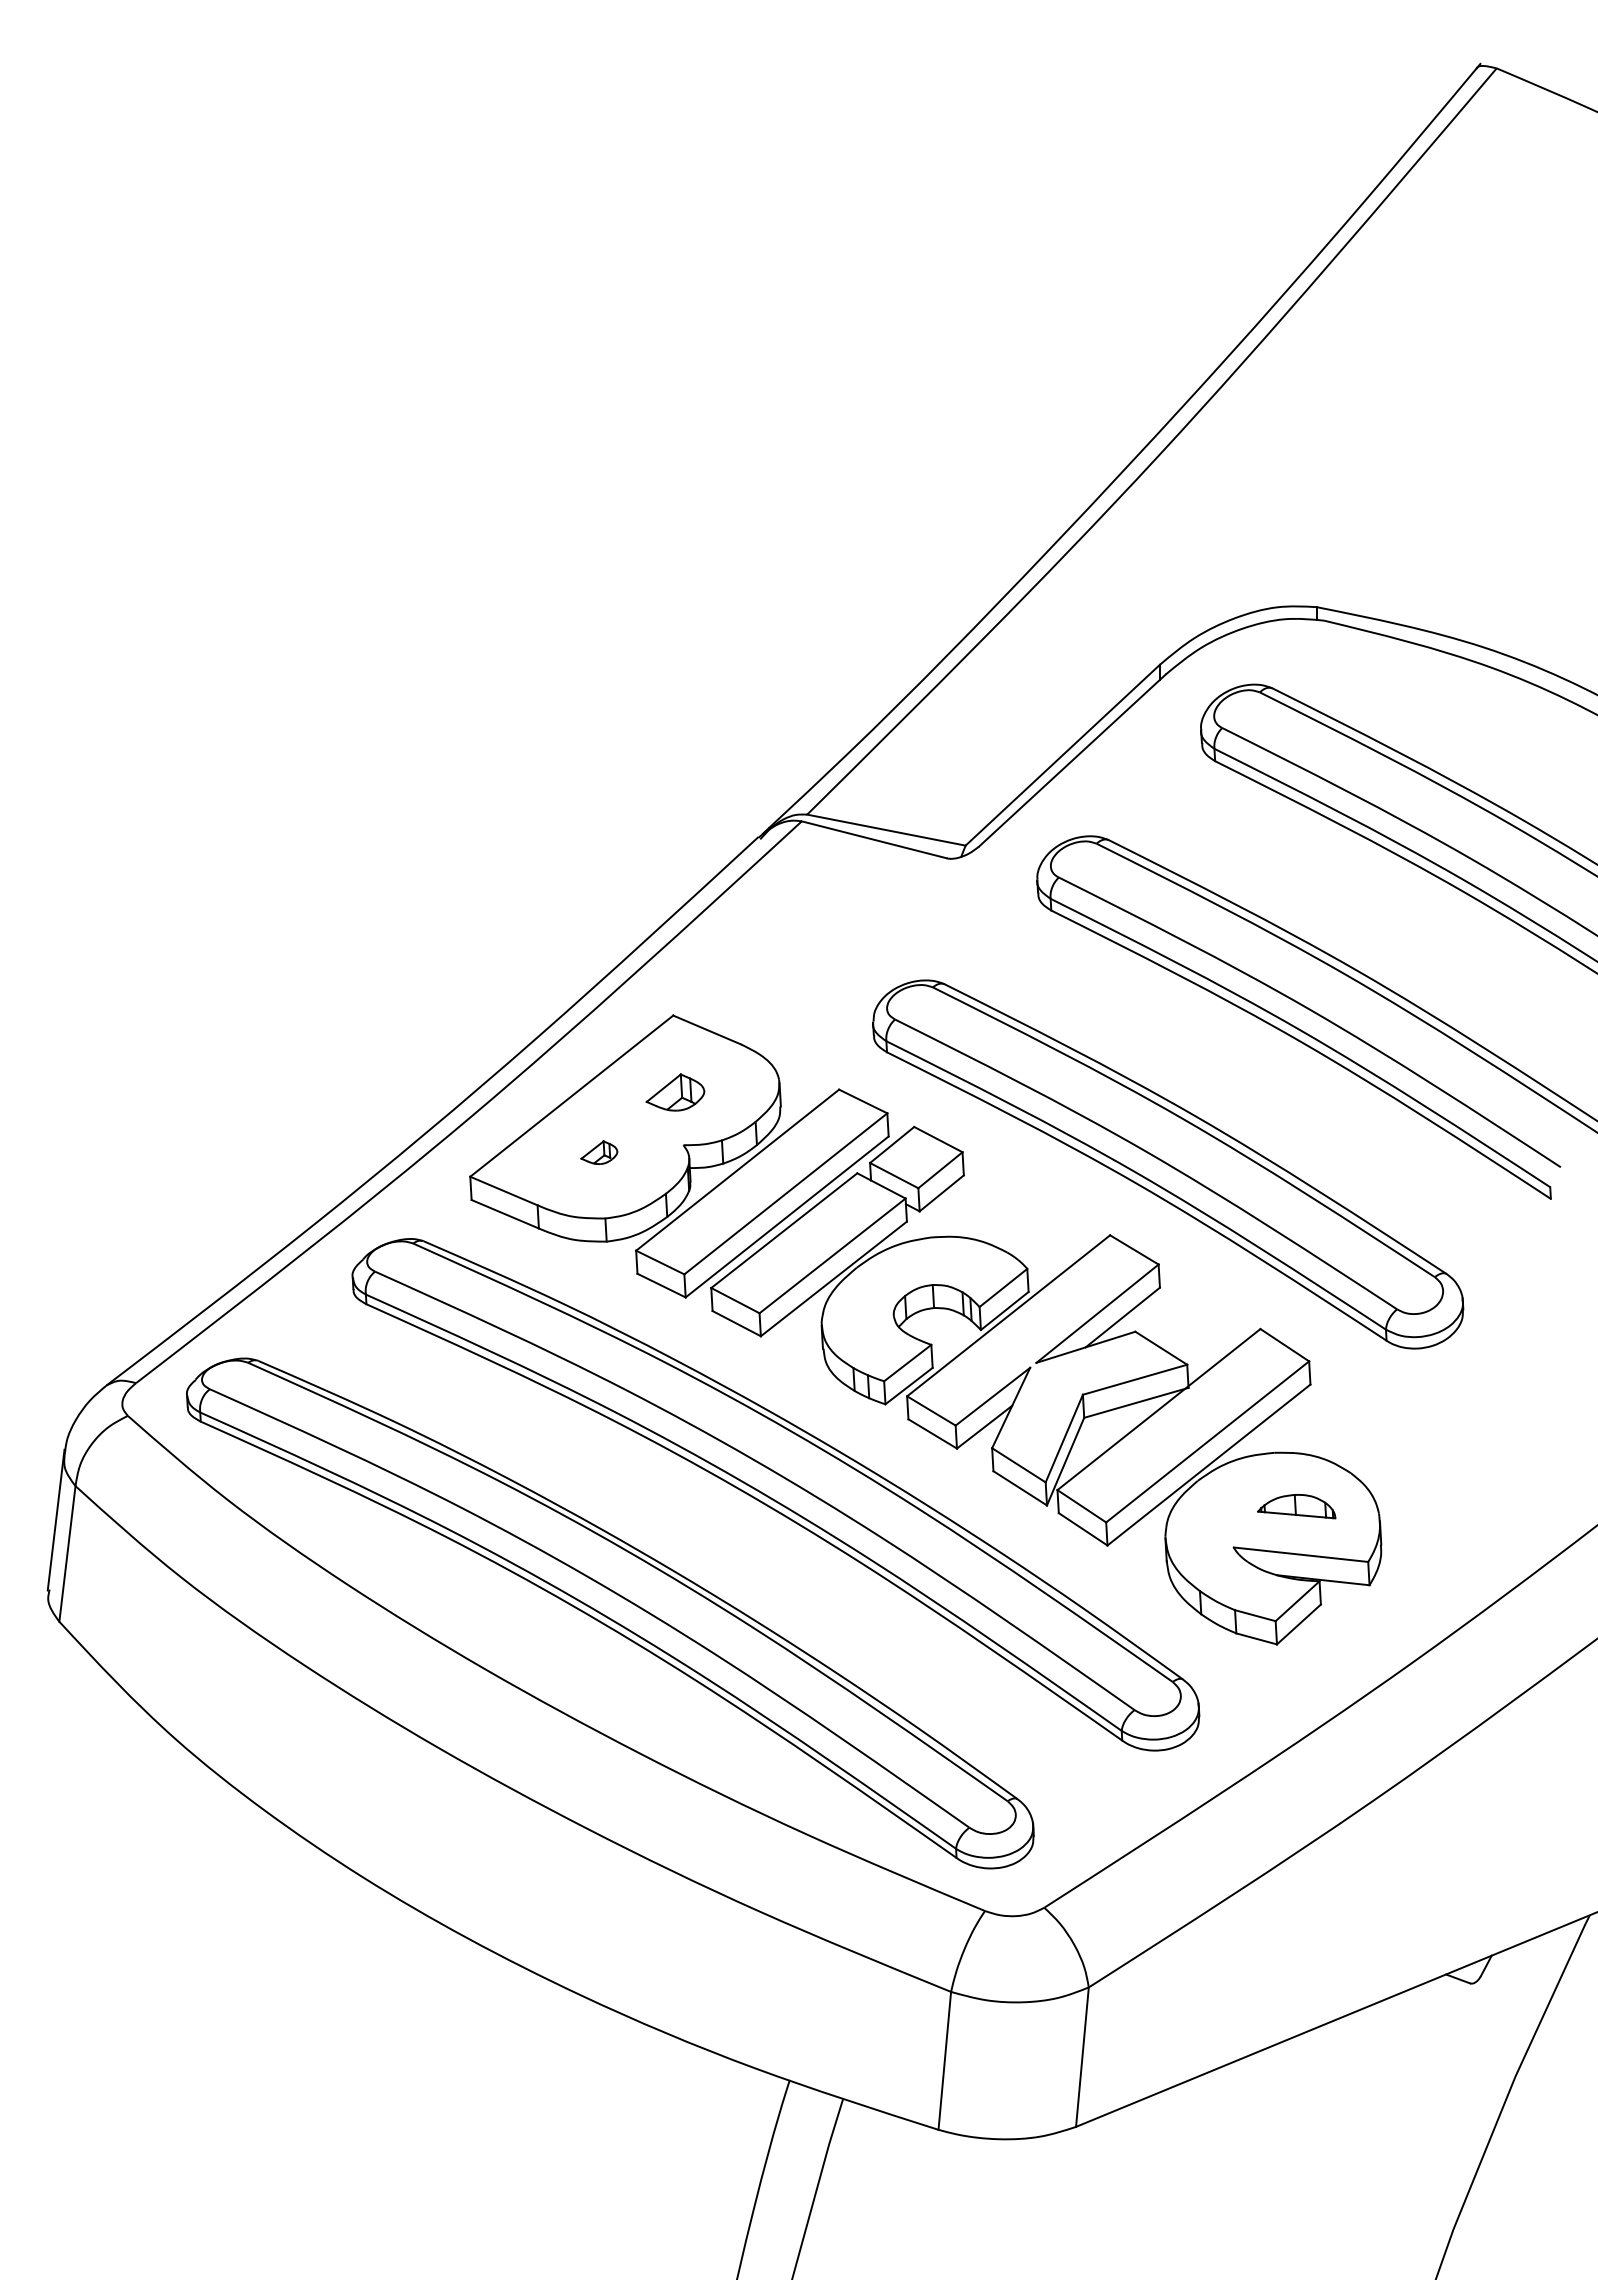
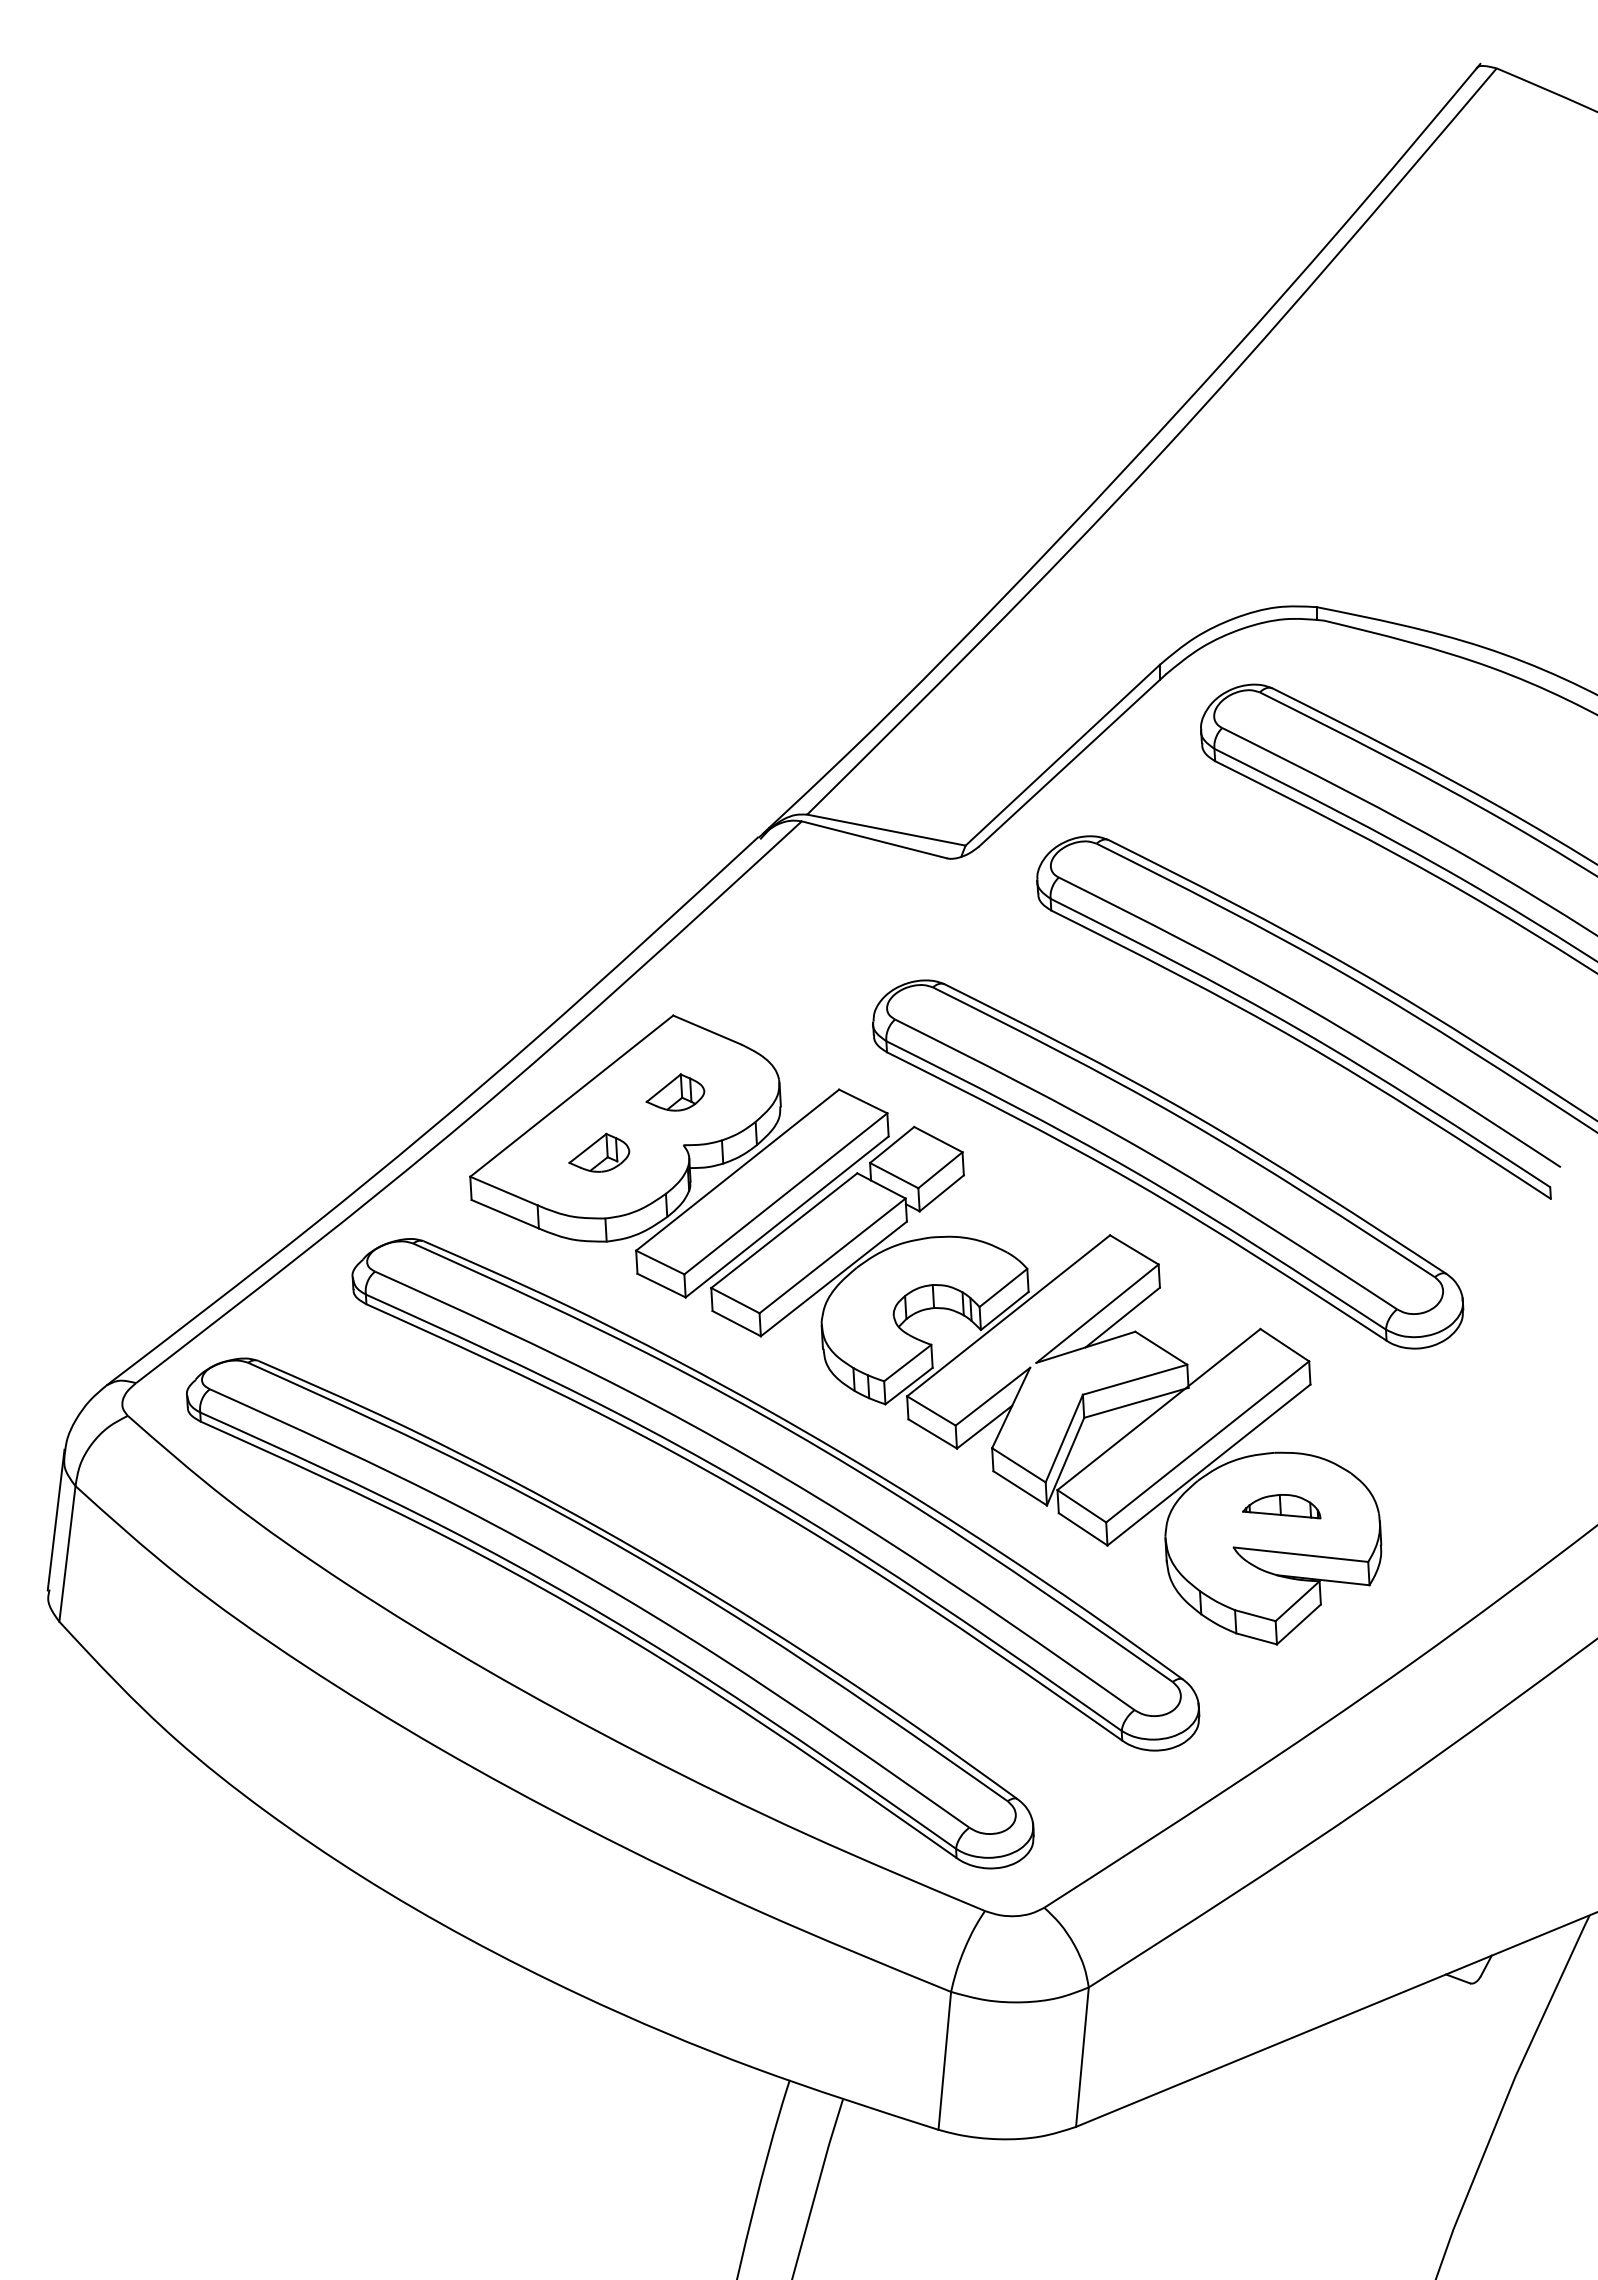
part at (599, 1152) size: 39x25 px -> 63x41 px
part at (1296, 1506) position: (1296, 1506) -> (1281, 1506)
